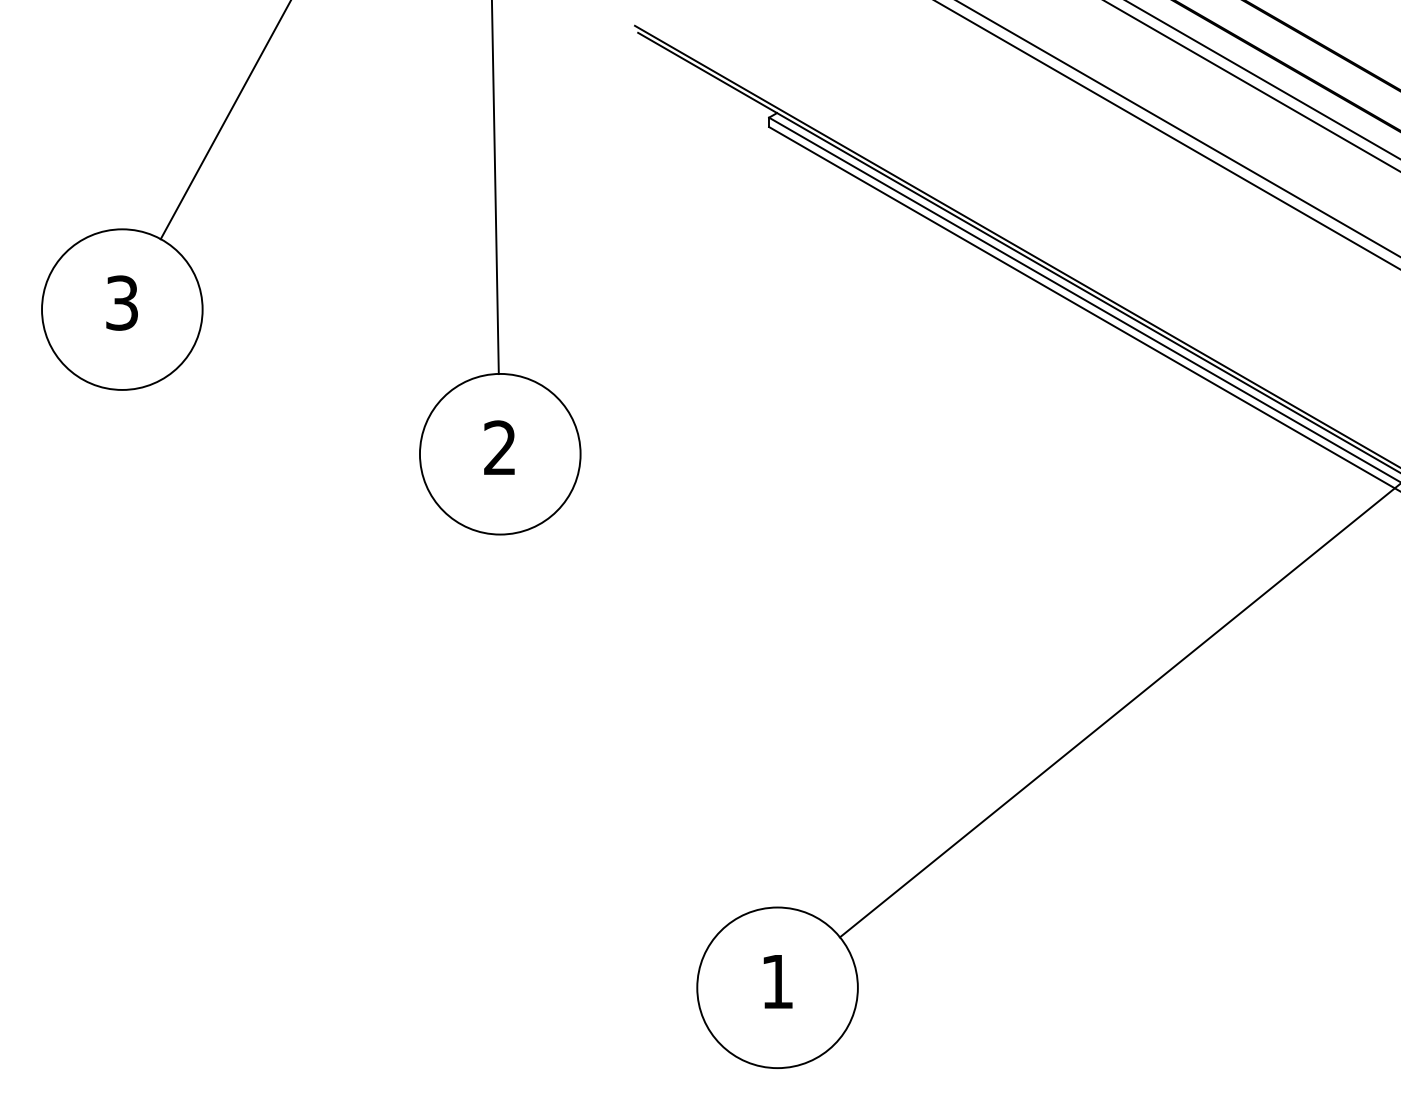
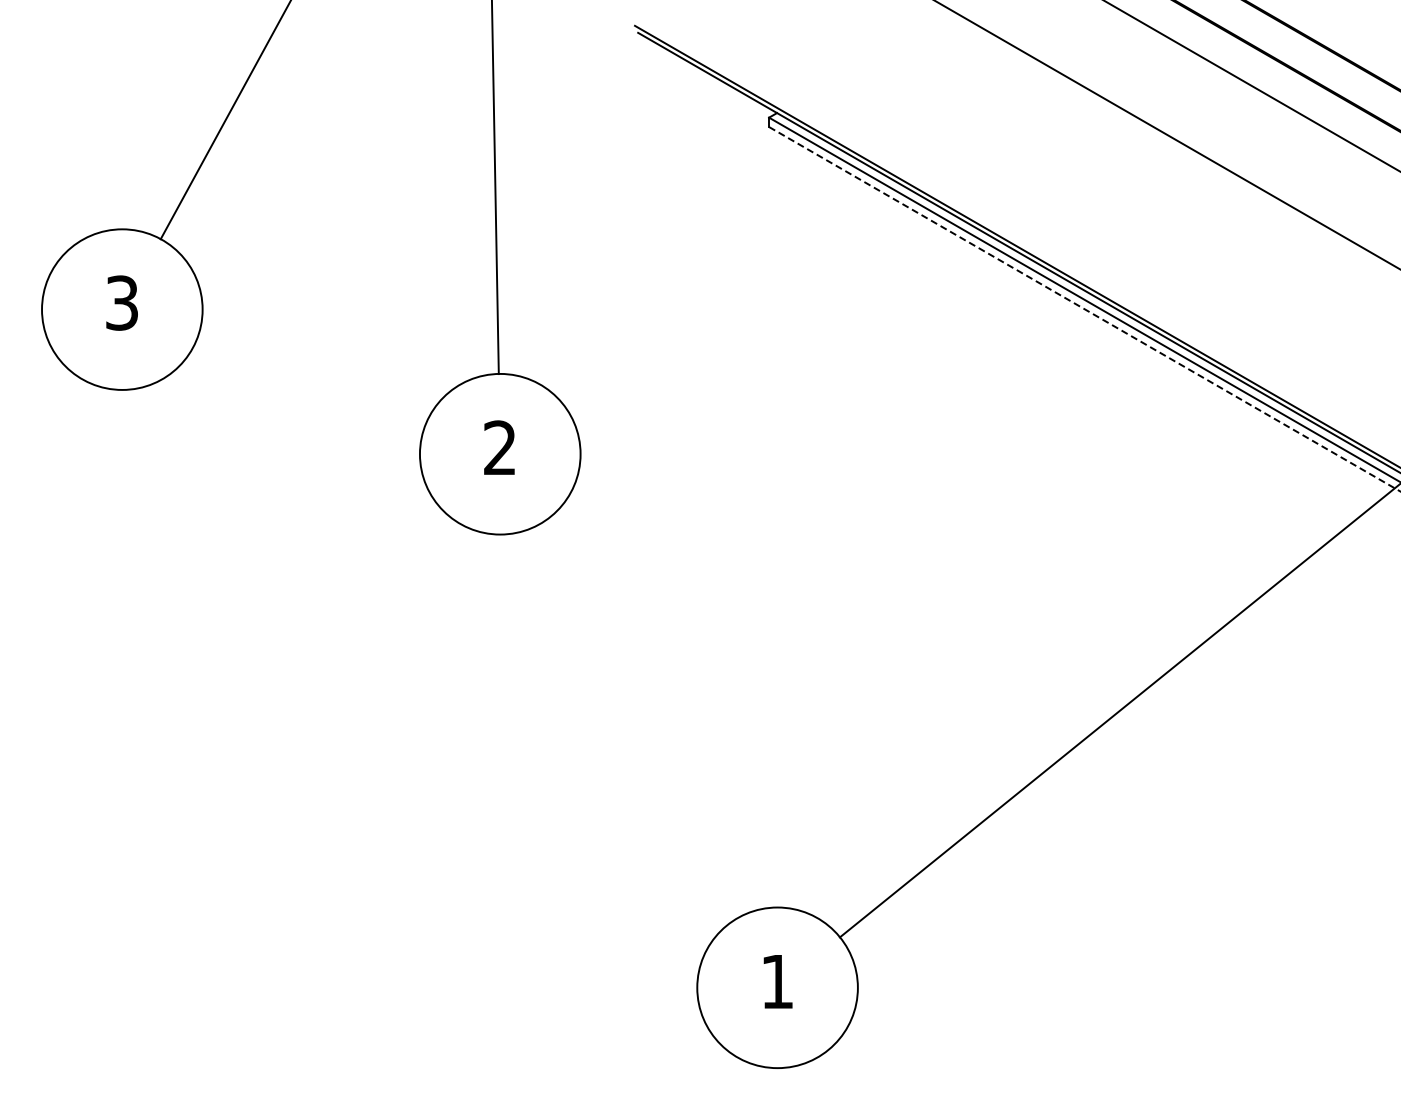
line at (1262, 79): present -> none
line at (1177, 128): present -> none
line at (1085, 309): solid -> dashed
